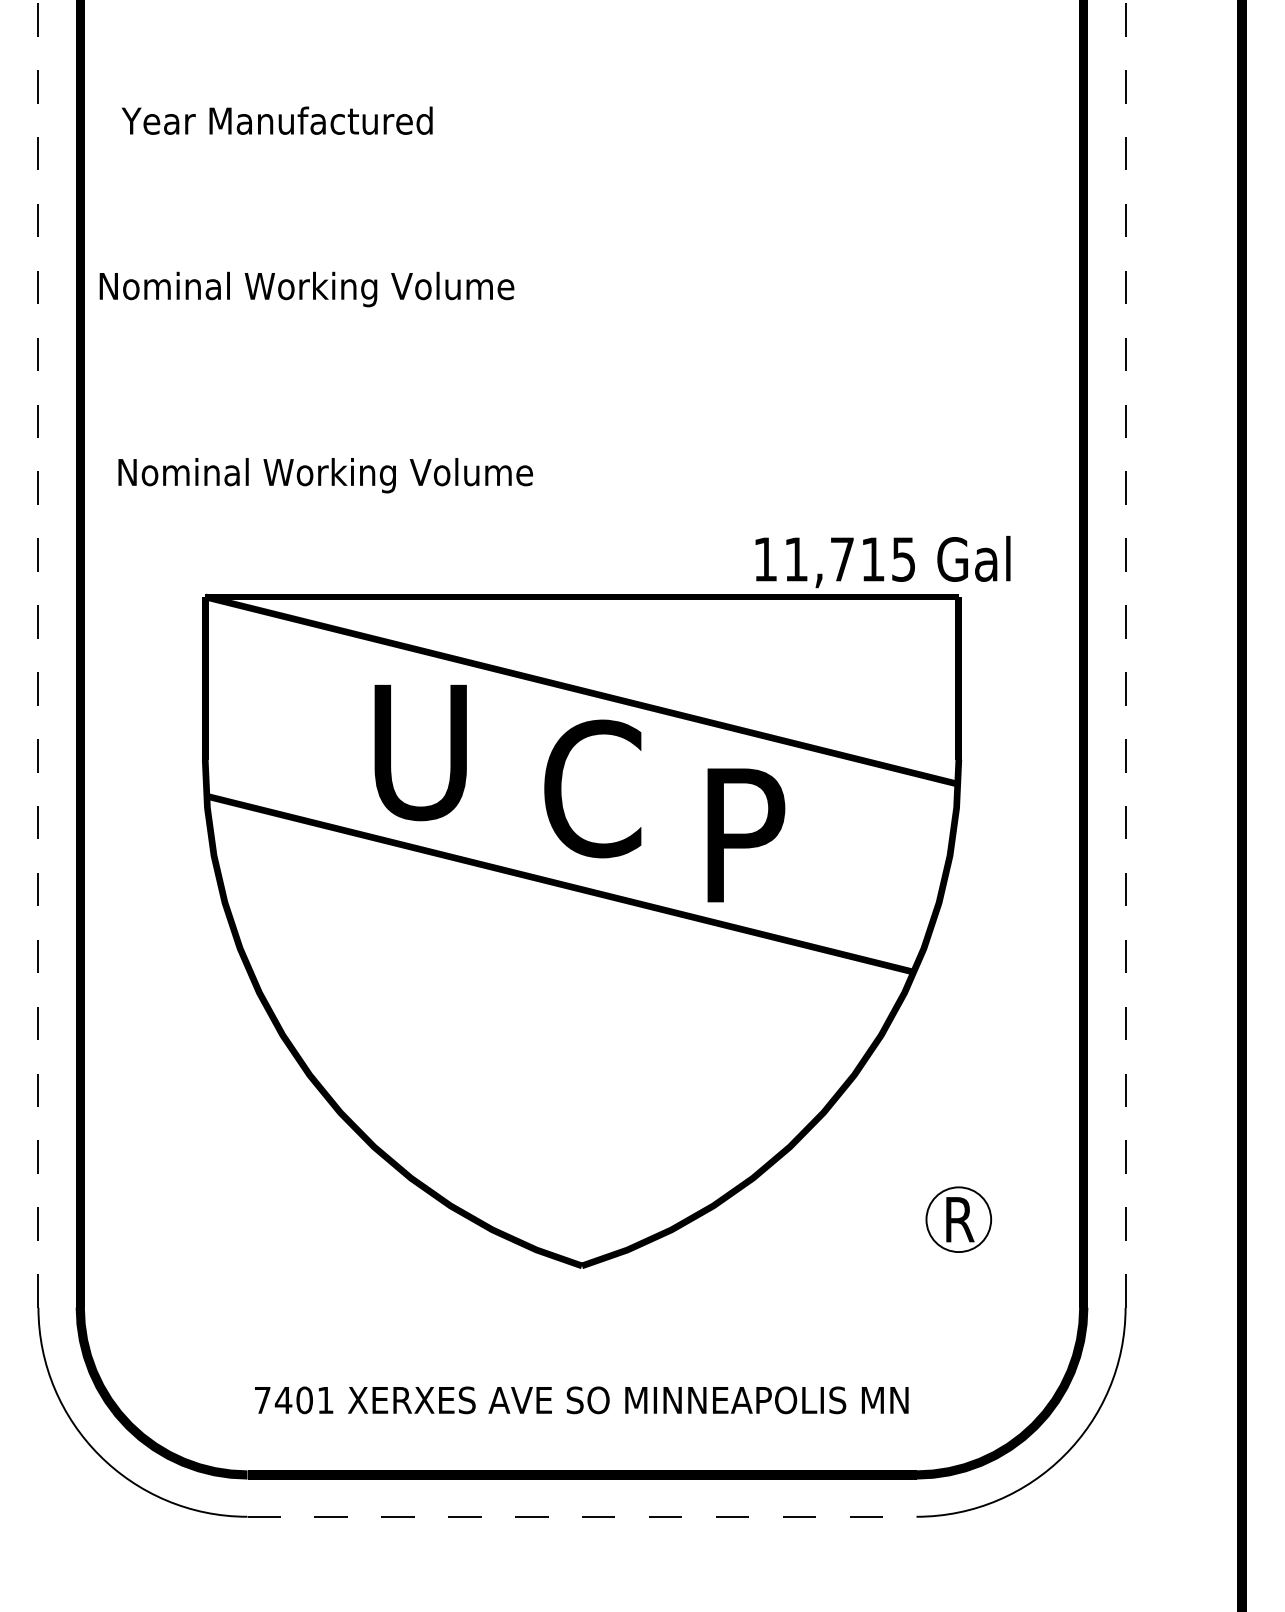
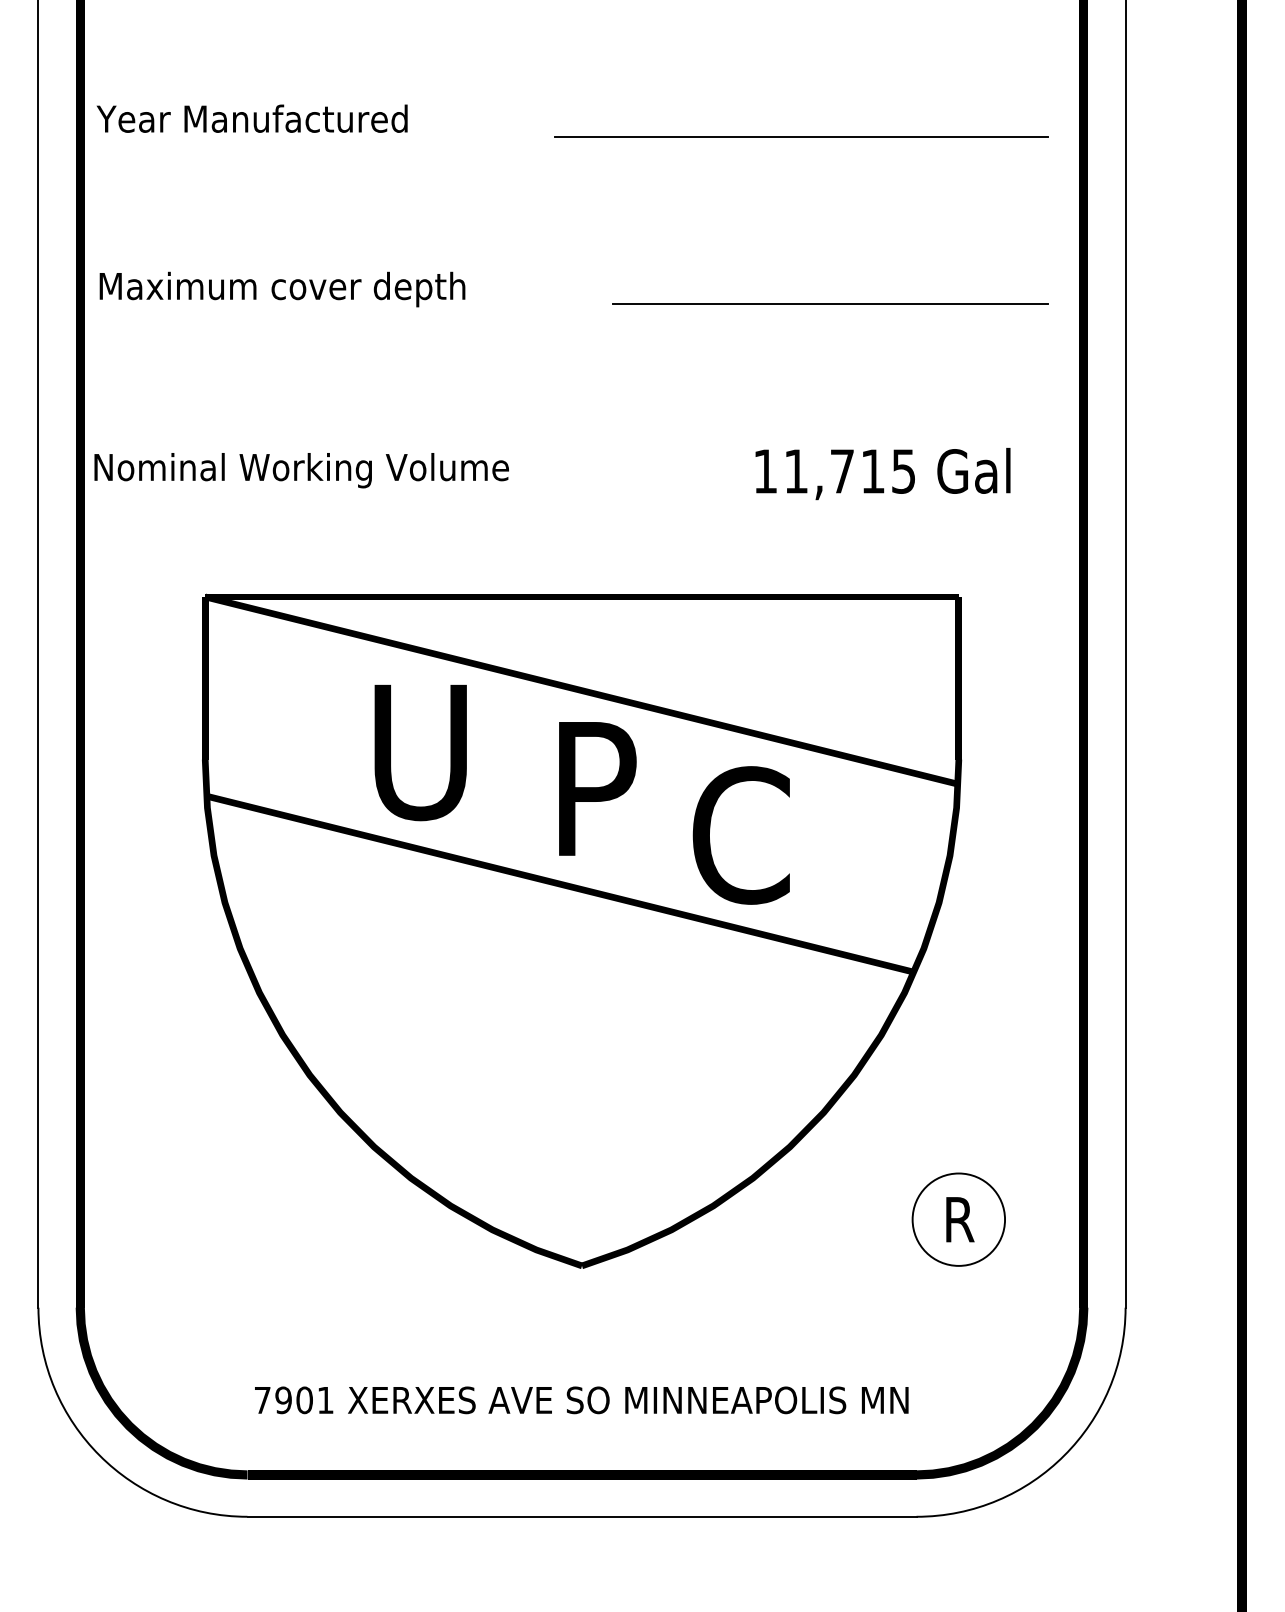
text at (276, 120) position: (276, 120) -> (251, 118)
line at (801, 136): none -> present
text at (308, 289): Nominal Working Volume -> Maximum cover depth
line at (829, 304): none -> present
text at (325, 475) position: (325, 475) -> (301, 470)
text at (882, 562) position: (882, 562) -> (882, 474)
line at (38, 653): dashed -> solid
line at (1125, 653): dashed -> solid
text at (592, 788): C -> P
text at (740, 835): P -> C
circle at (958, 1219) diameter: 65 px -> 92 px
text at (283, 1400): 7401 -> 7901
line at (582, 1516): dashed -> solid
